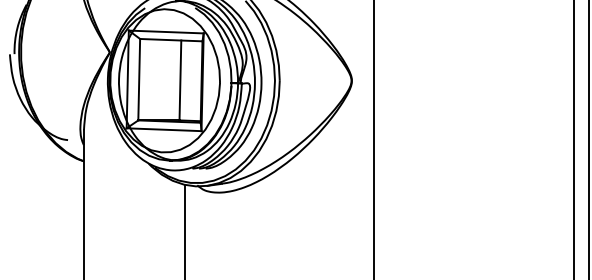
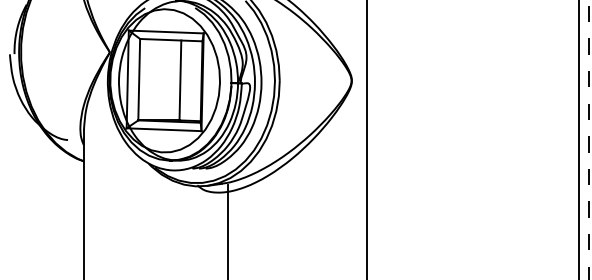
line at (373, 139) position: (373, 139) -> (366, 139)
line at (574, 139) position: (574, 139) -> (579, 139)
line at (589, 140): solid -> dashed
line at (184, 230) position: (184, 230) -> (227, 230)
